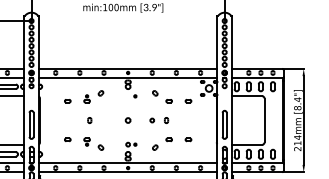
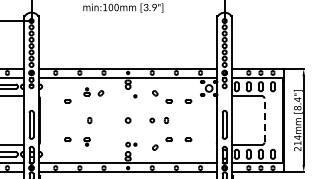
part at (86, 98) position: (86, 98) -> (86, 91)
line at (264, 120): solid -> dashed
part at (100, 147): present -> none
